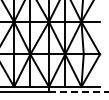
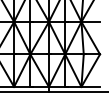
line at (78, 91): dashed -> solid
